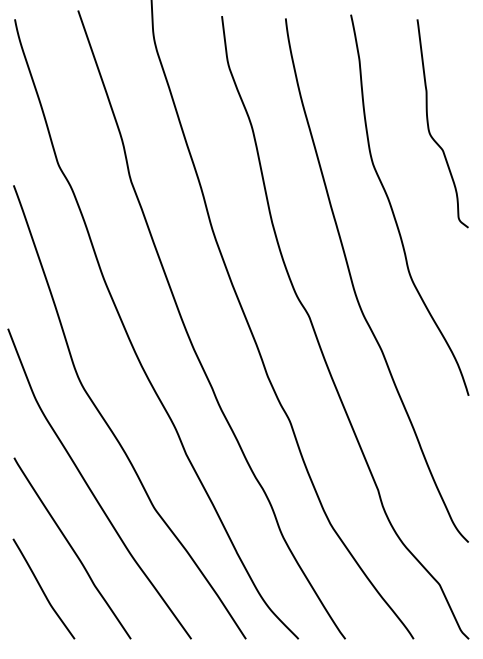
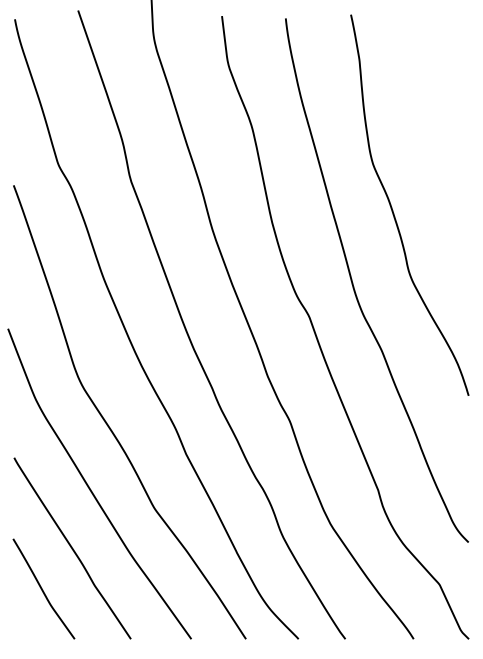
curve at (429, 126): present -> none
